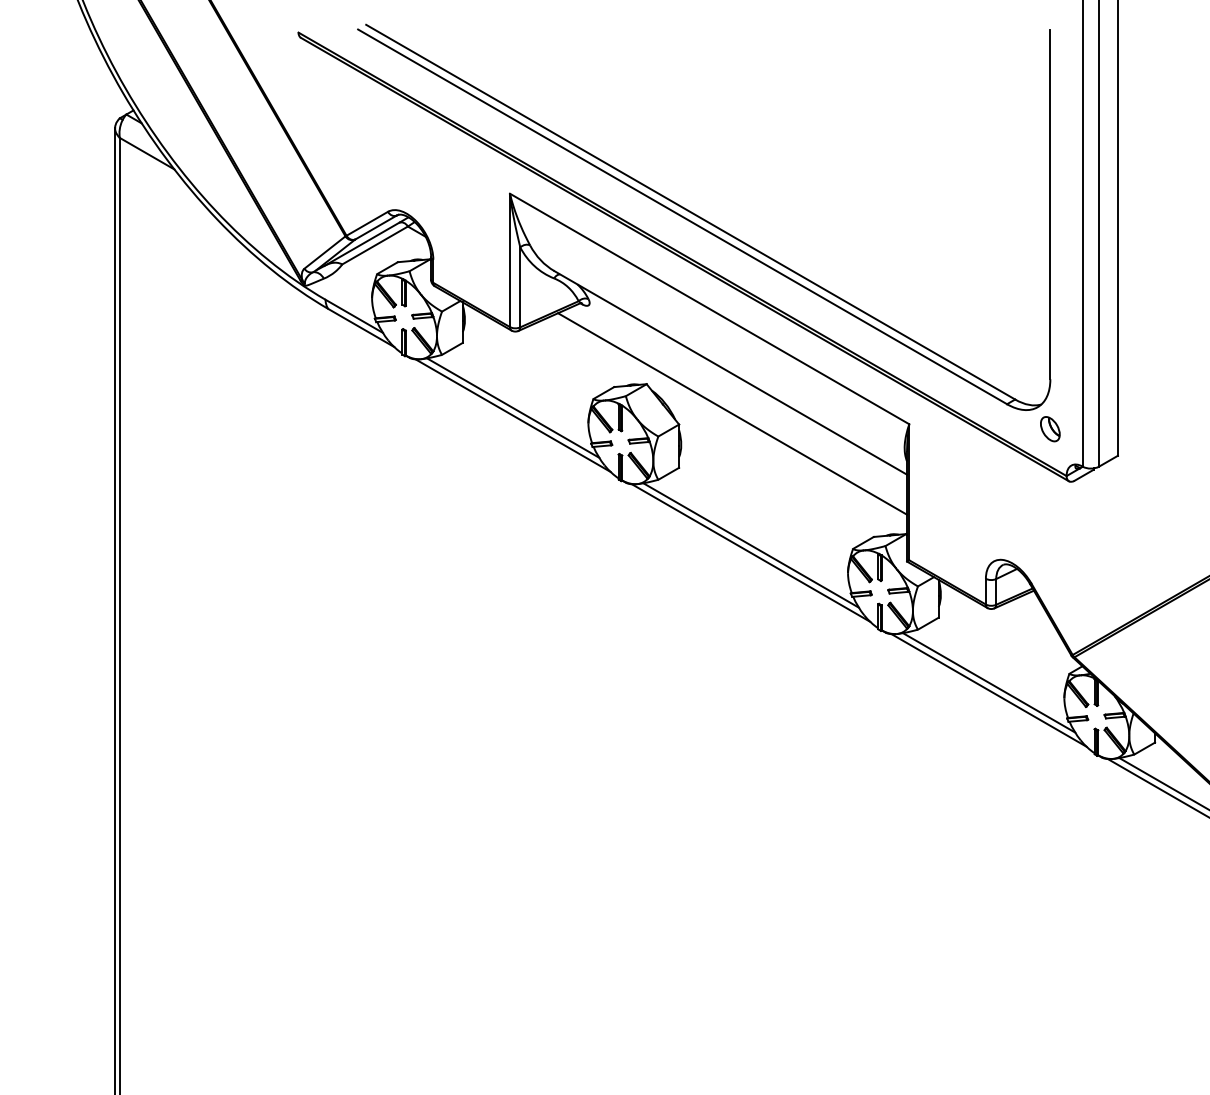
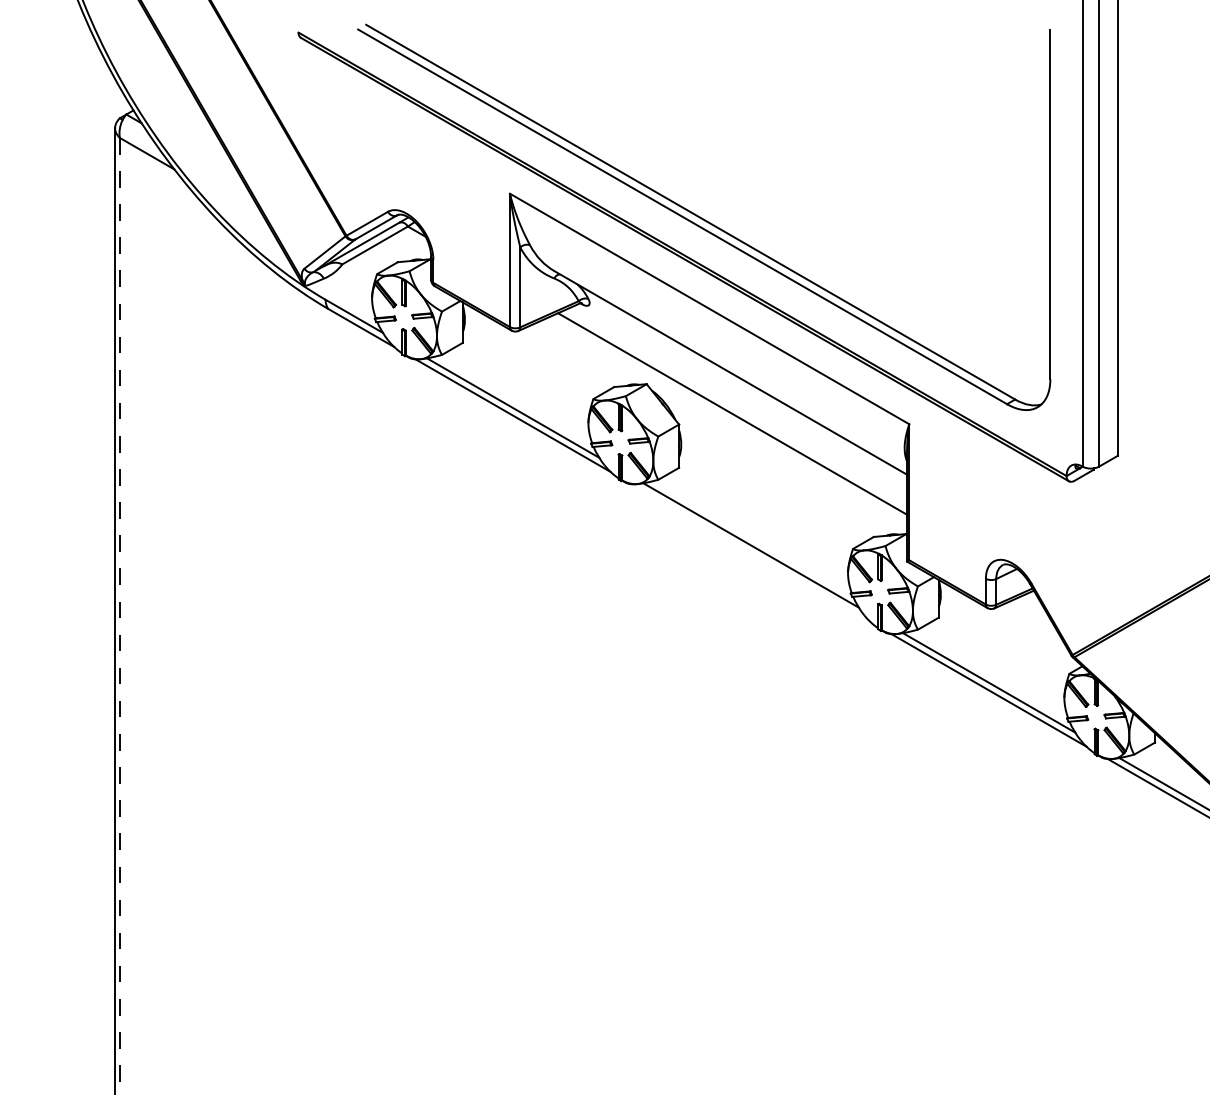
part at (1050, 429): present -> none
line at (750, 552): present -> none
line at (119, 616): solid -> dashed
